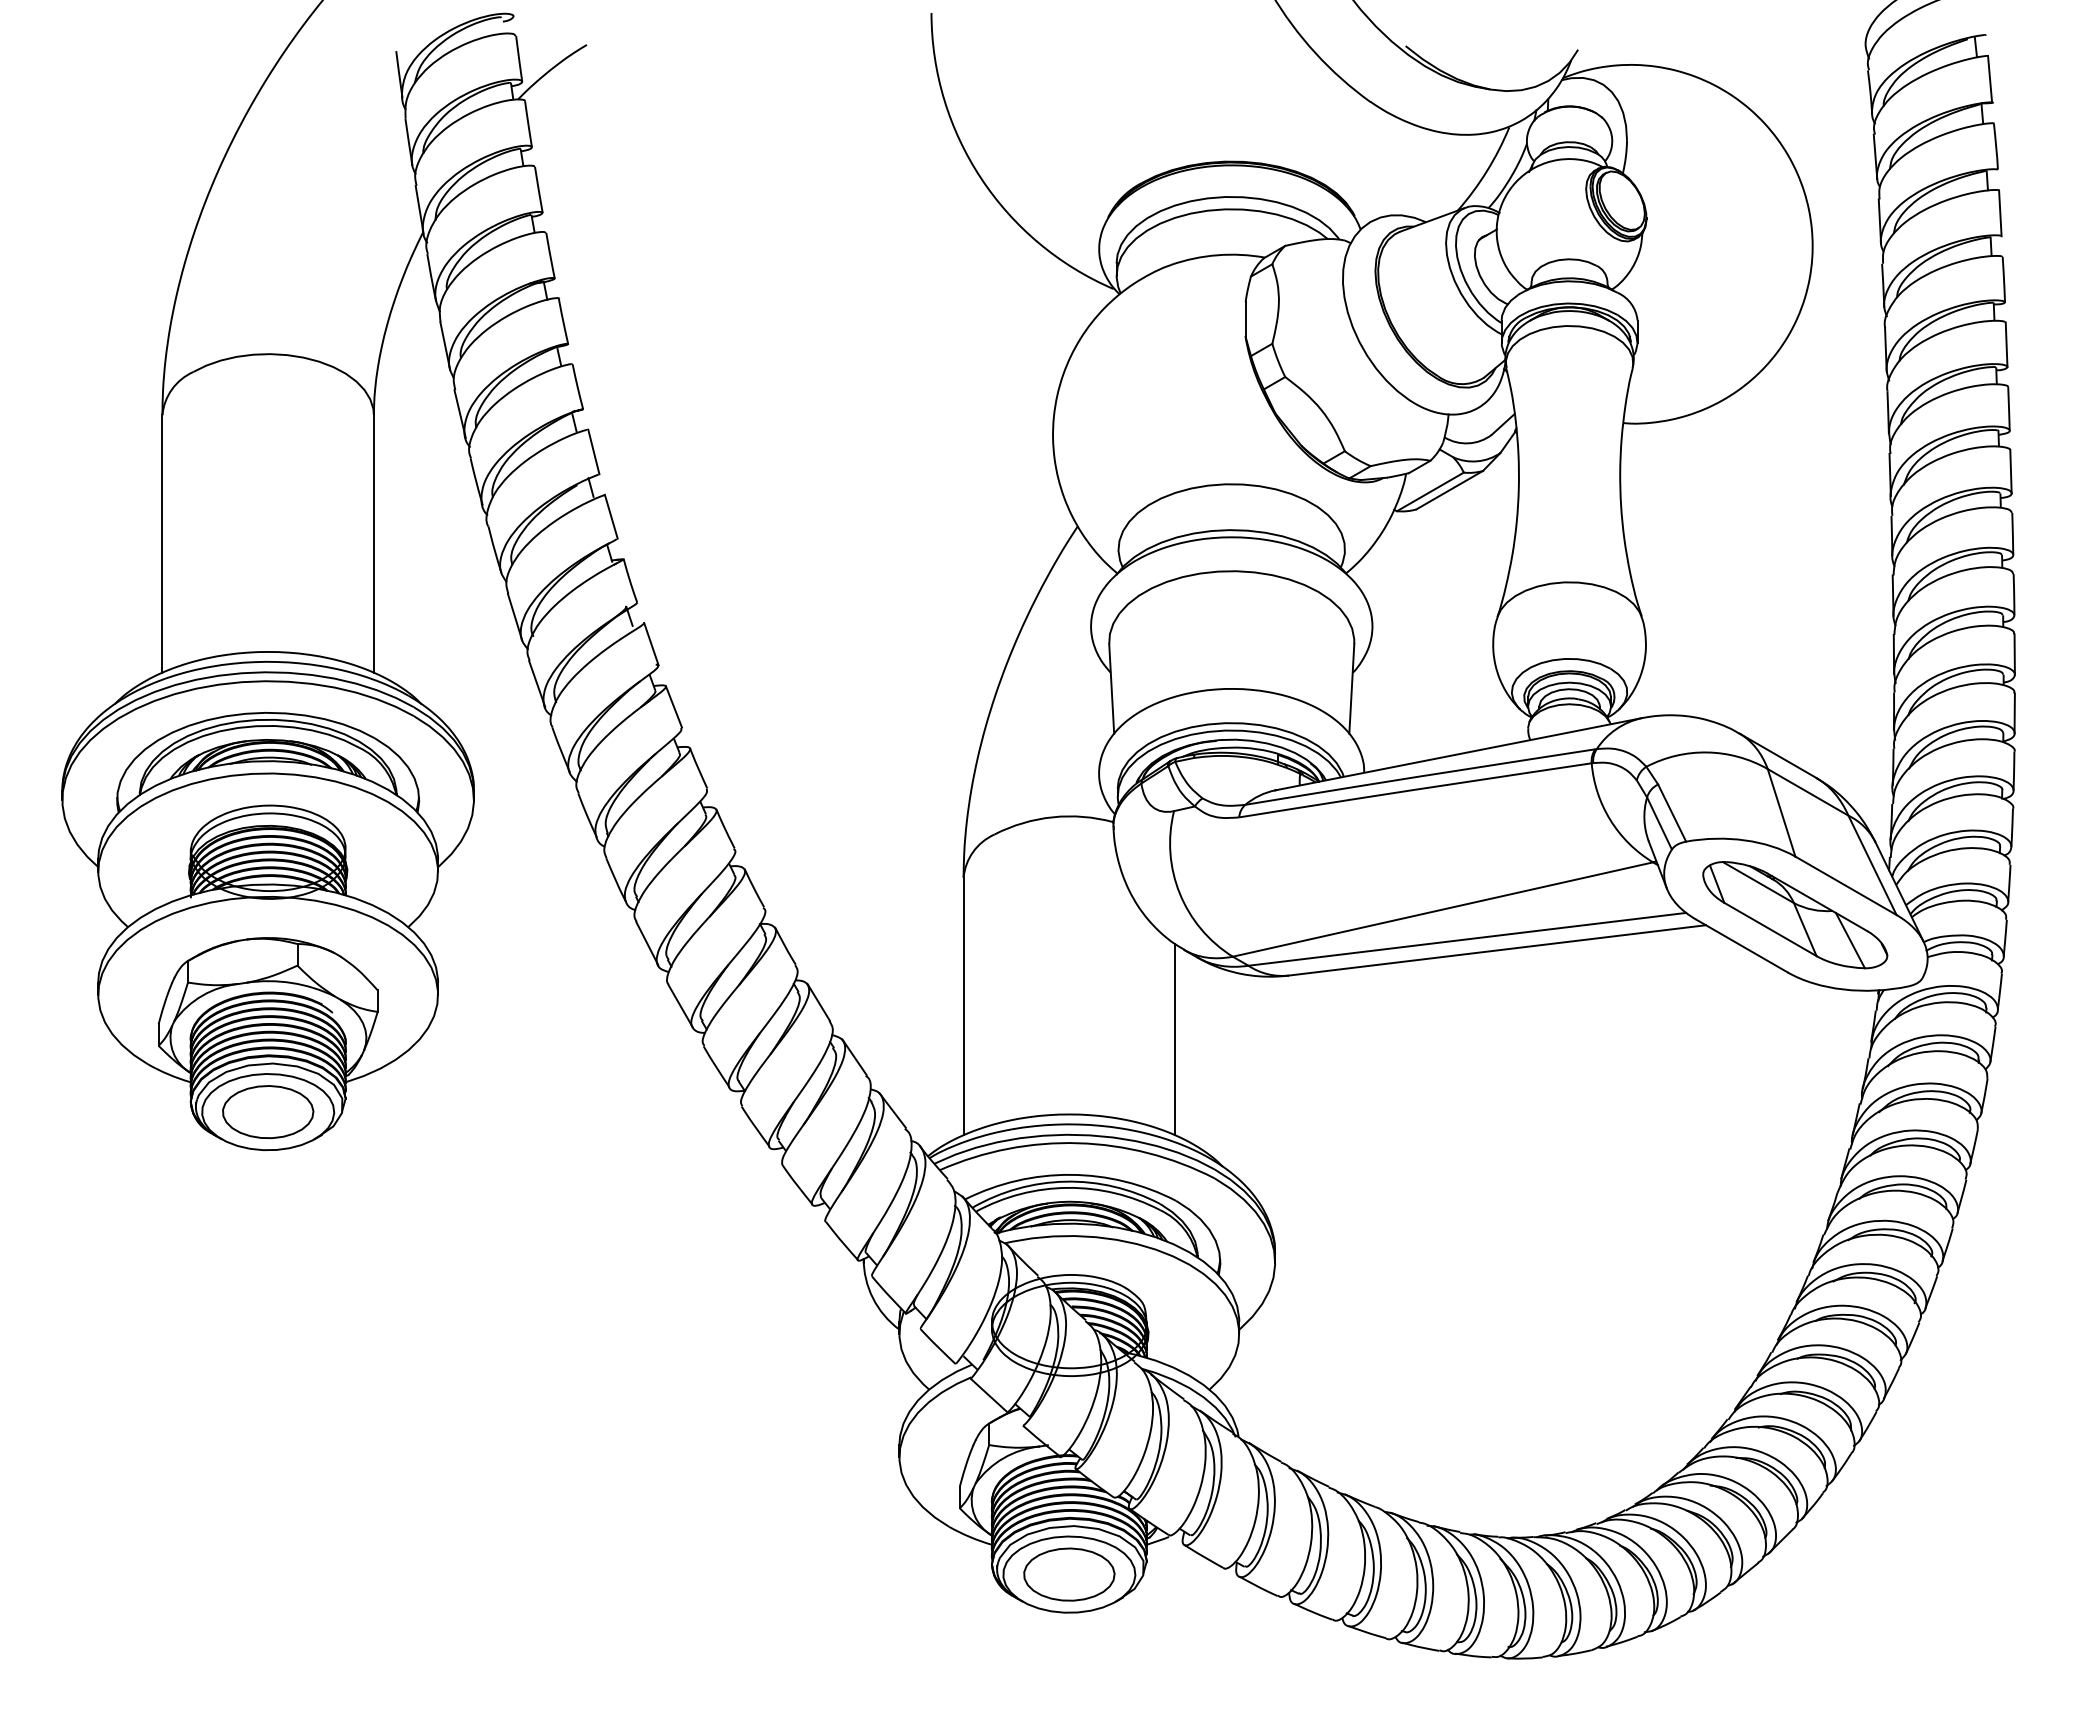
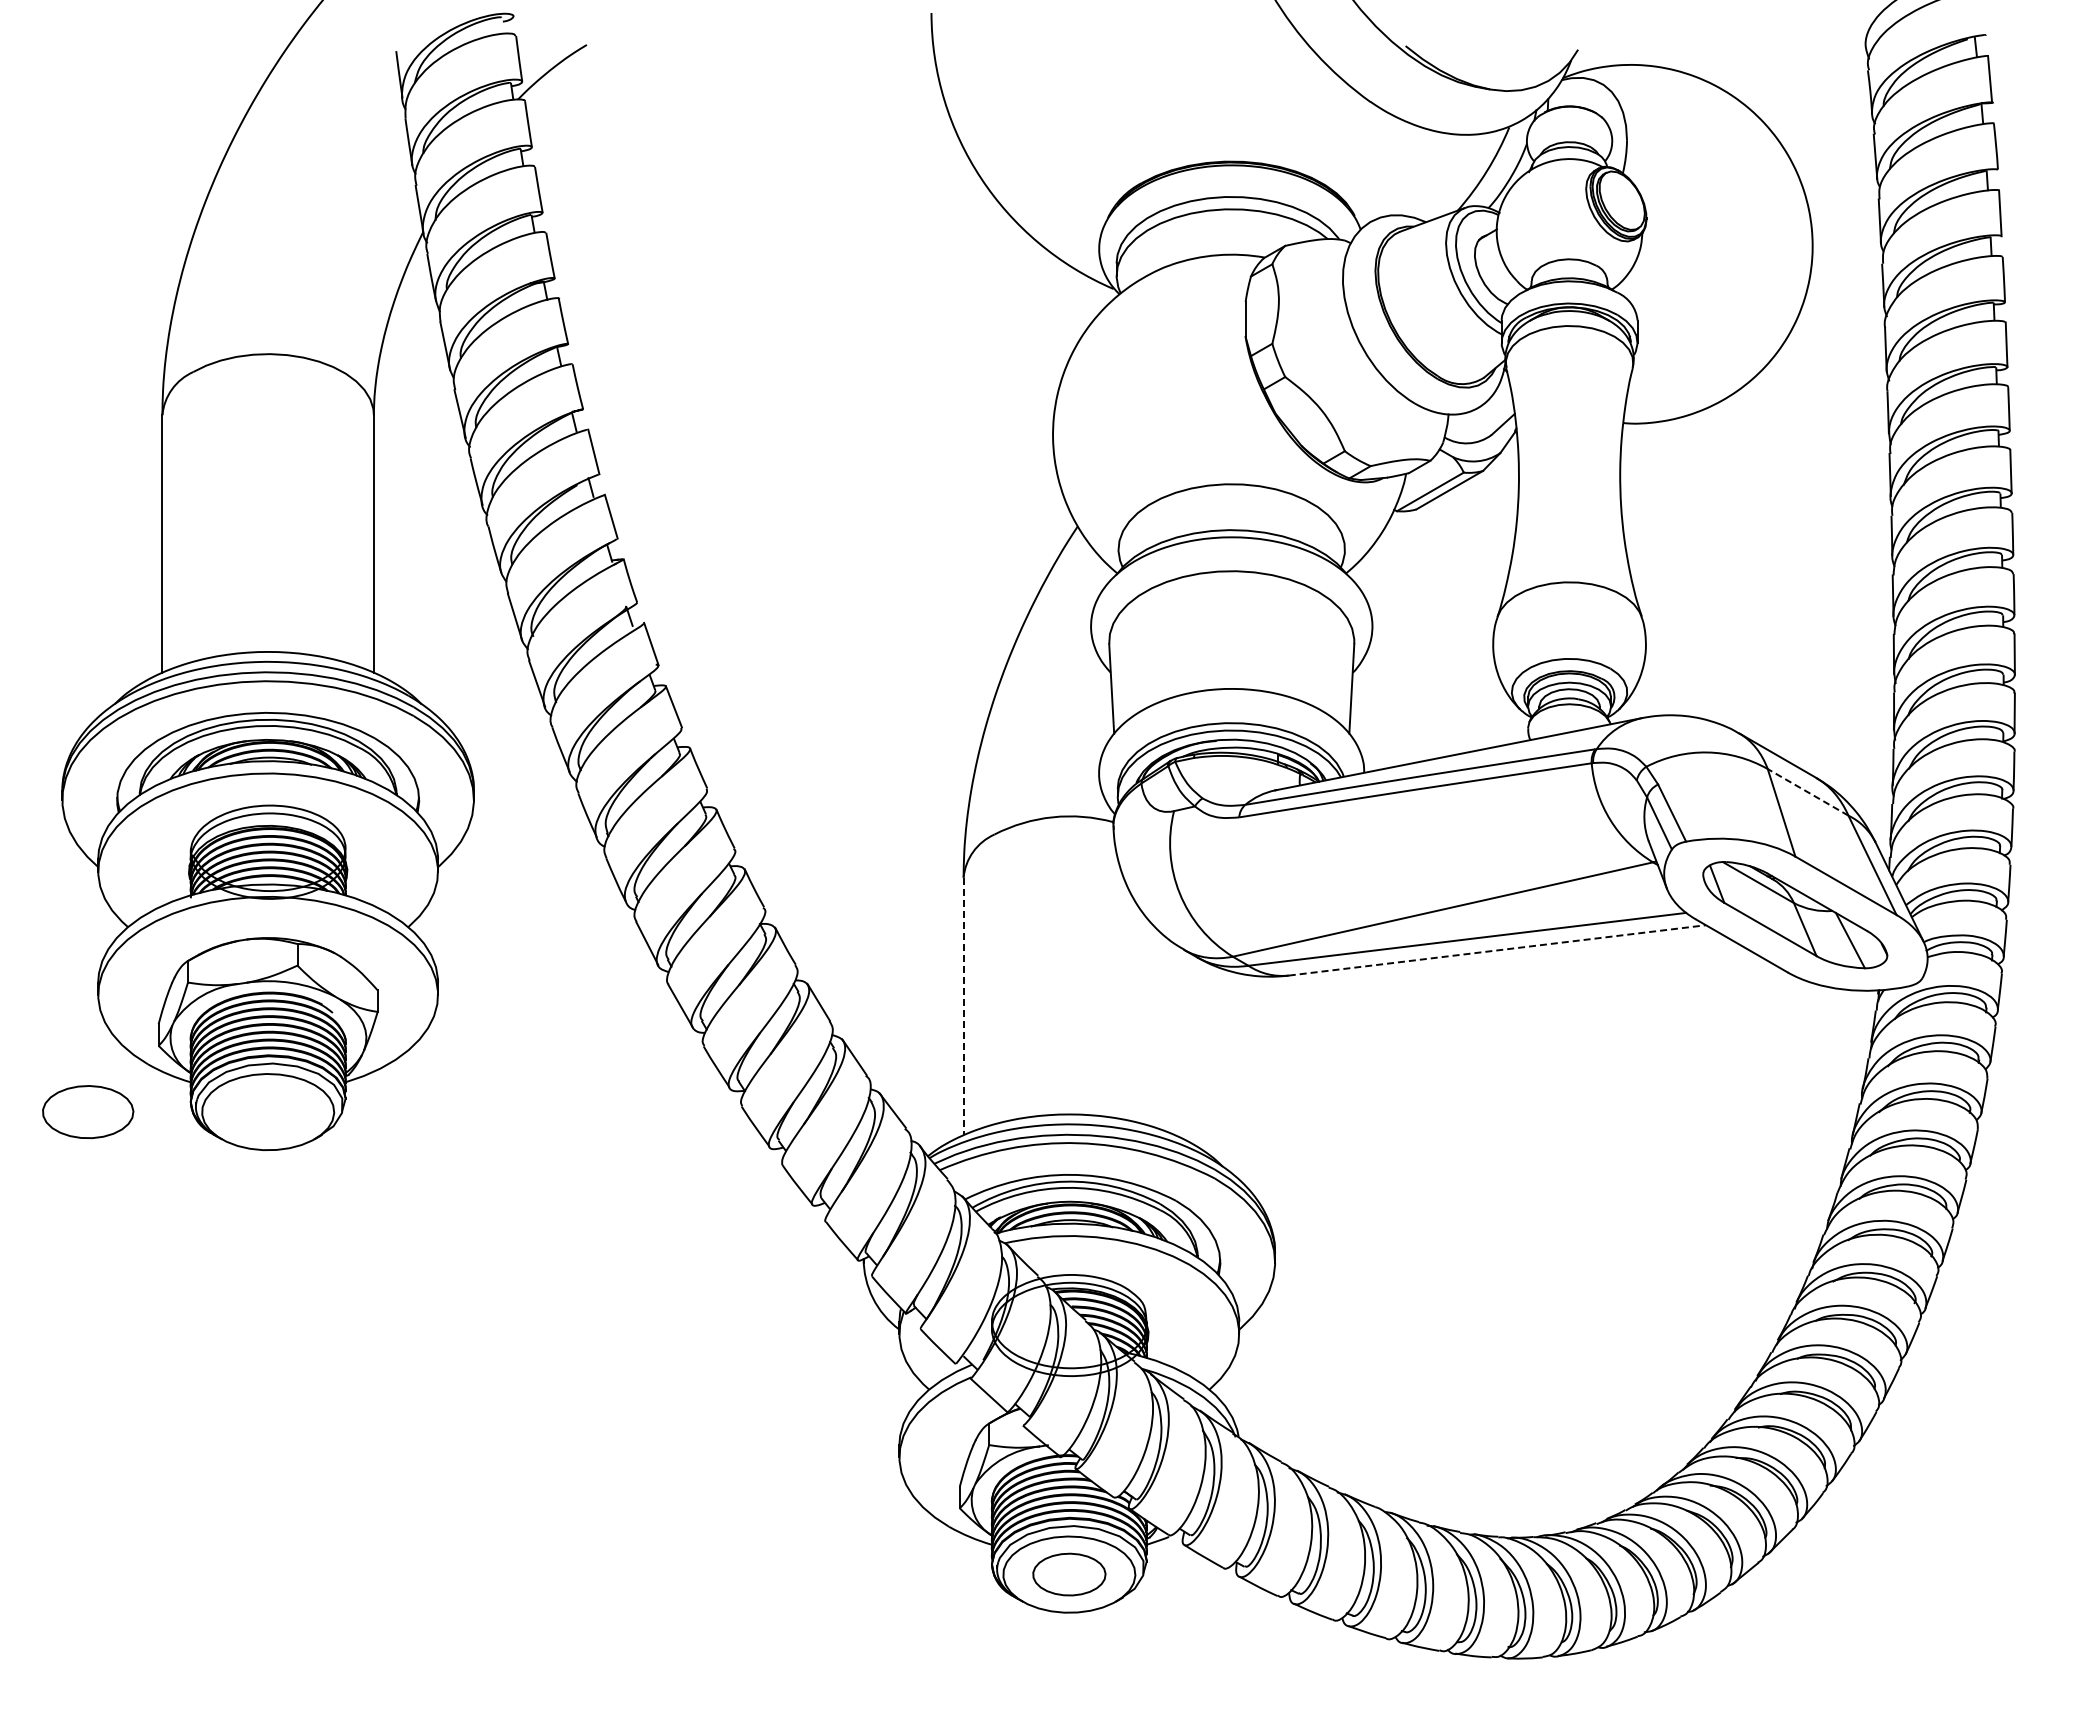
line at (1808, 792): solid -> dashed
line at (1497, 950): solid -> dashed
line at (963, 1006): solid -> dashed
line at (1175, 1039): present -> none
part at (268, 1111) position: (268, 1111) -> (88, 1111)
part at (1069, 1574) size: 93x55 px -> 75x45 px
